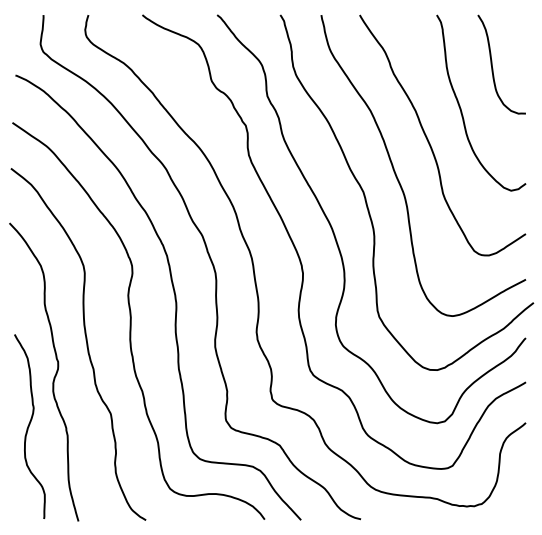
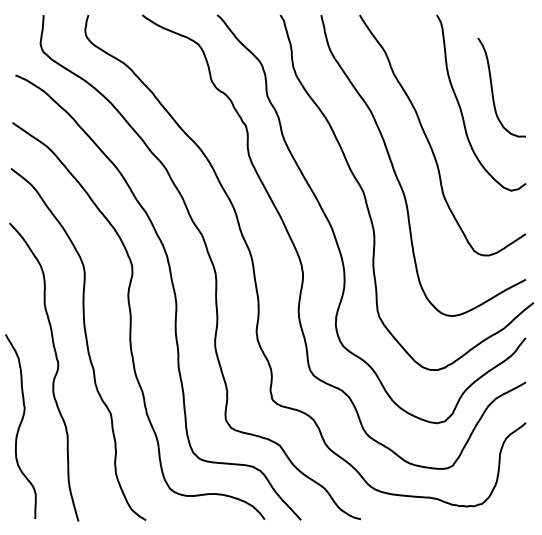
curve at (493, 68) position: (493, 68) -> (493, 91)
curve at (29, 426) position: (29, 426) -> (20, 426)
